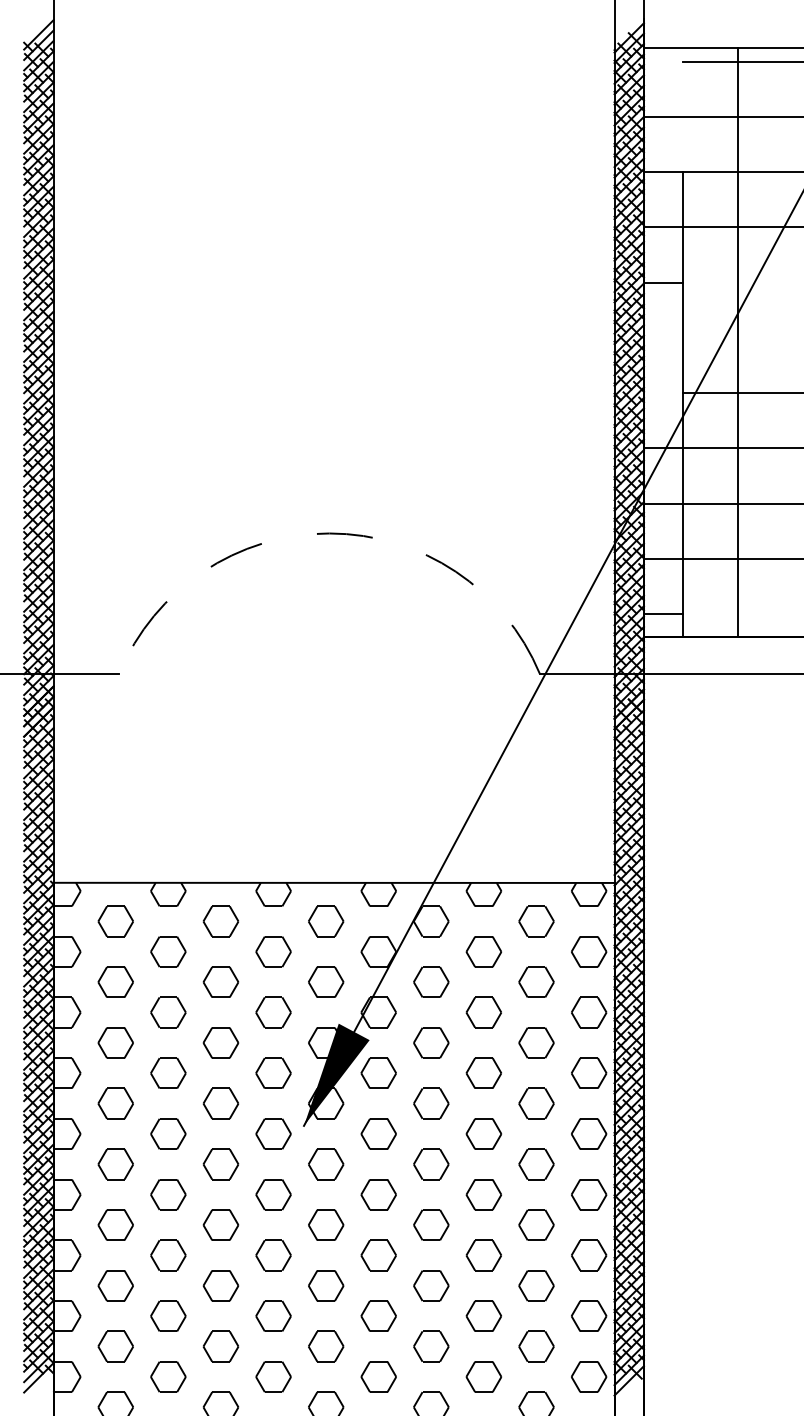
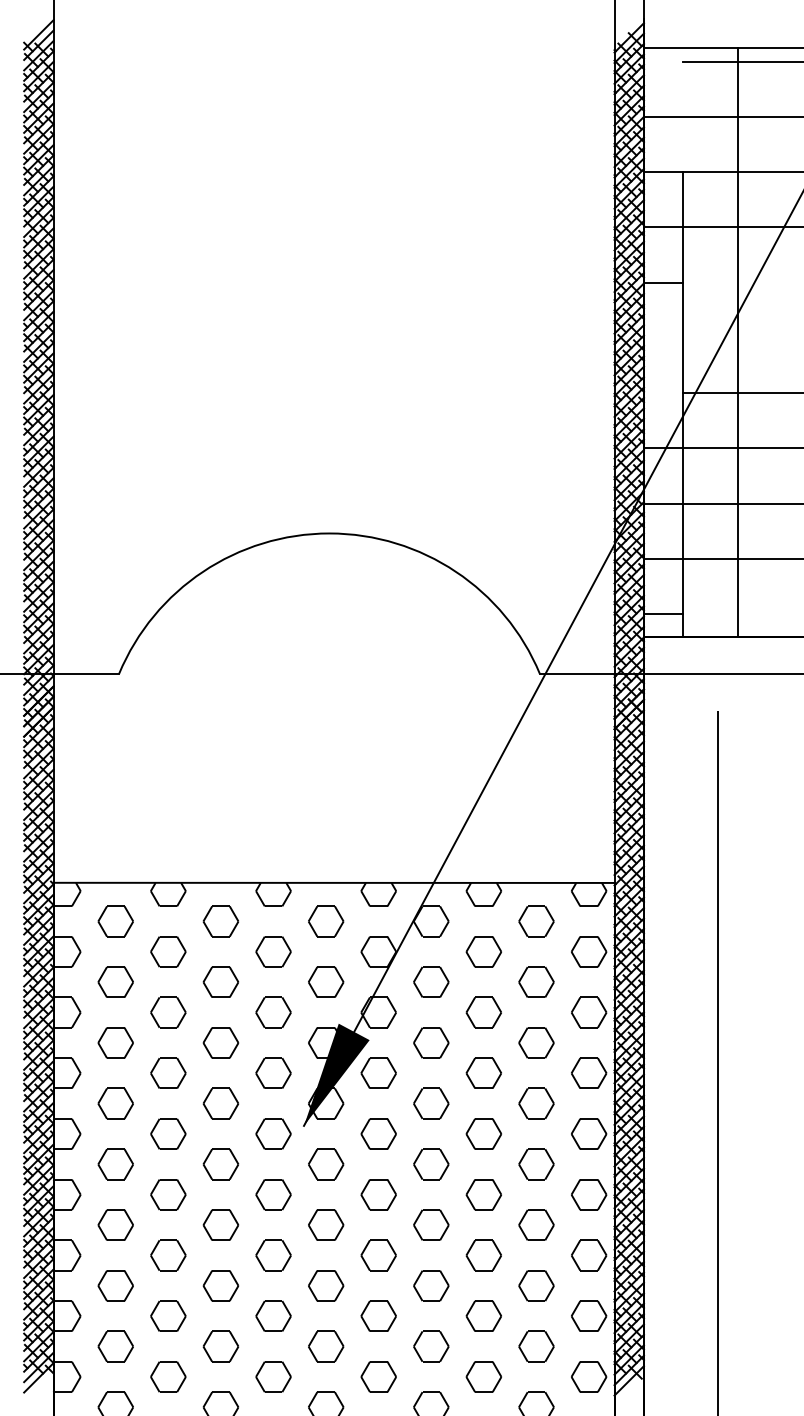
arc at (329, 533): dashed -> solid
line at (717, 1061): none -> present
